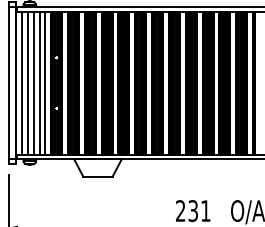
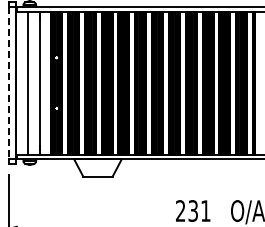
line at (22, 82): present -> none
line at (33, 82): present -> none
line at (45, 82): present -> none
line at (9, 83): solid -> dashed
